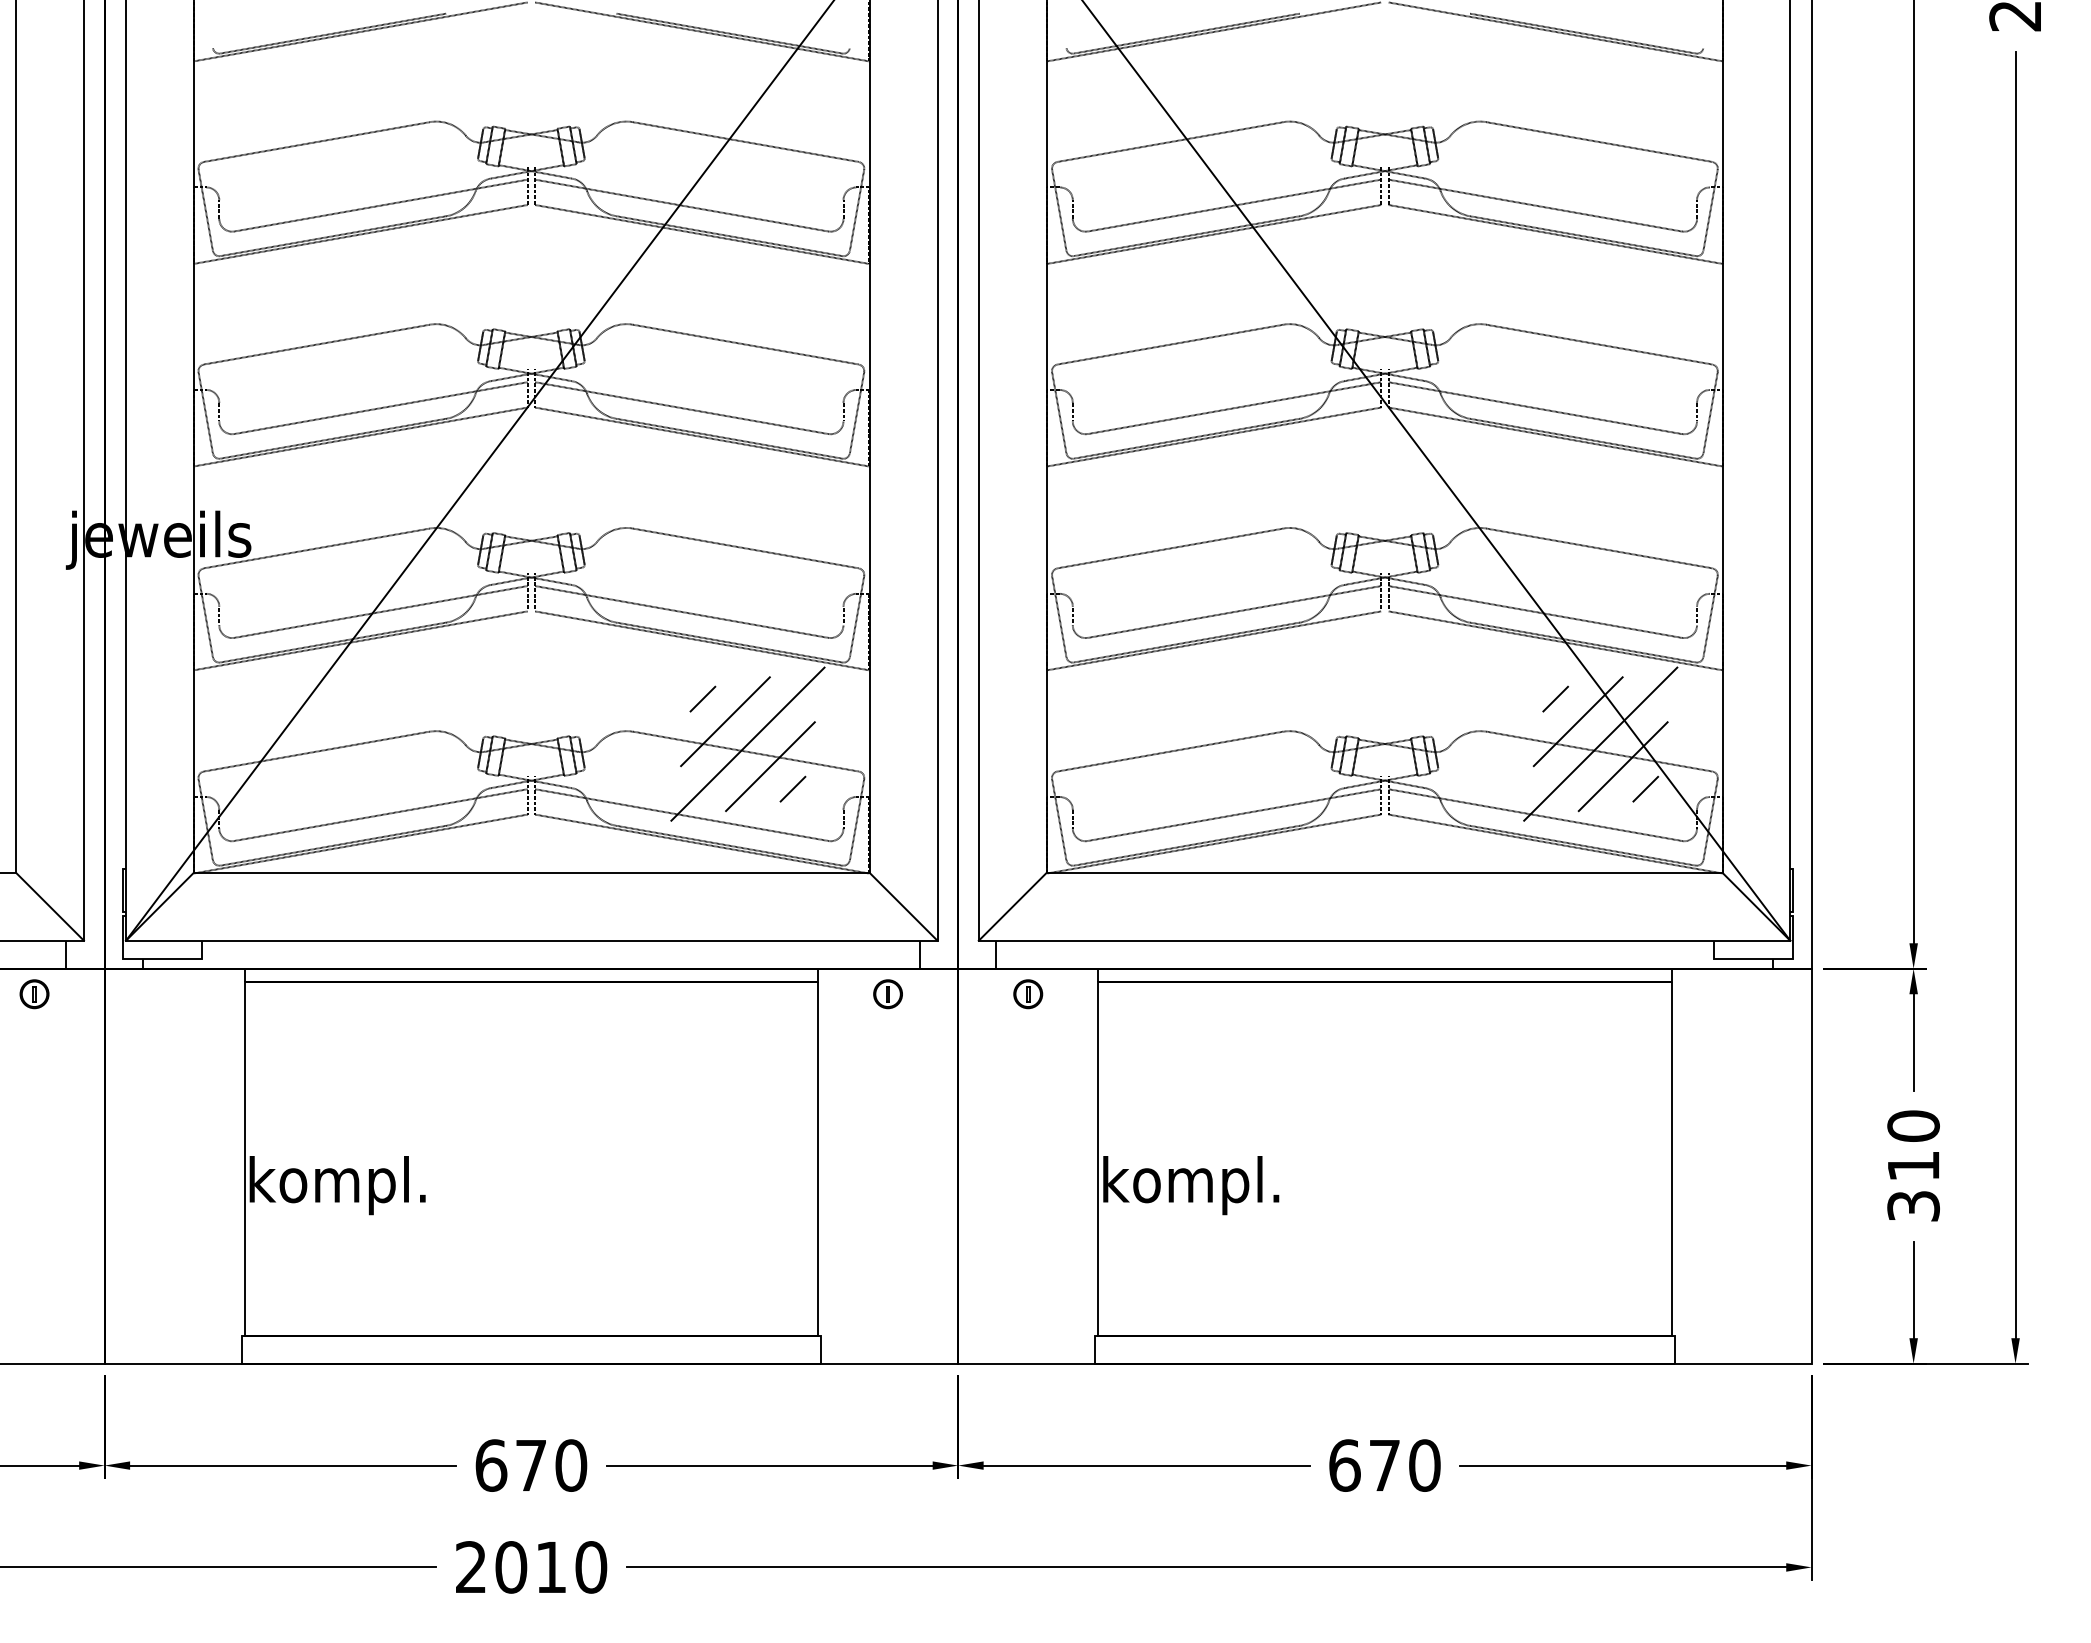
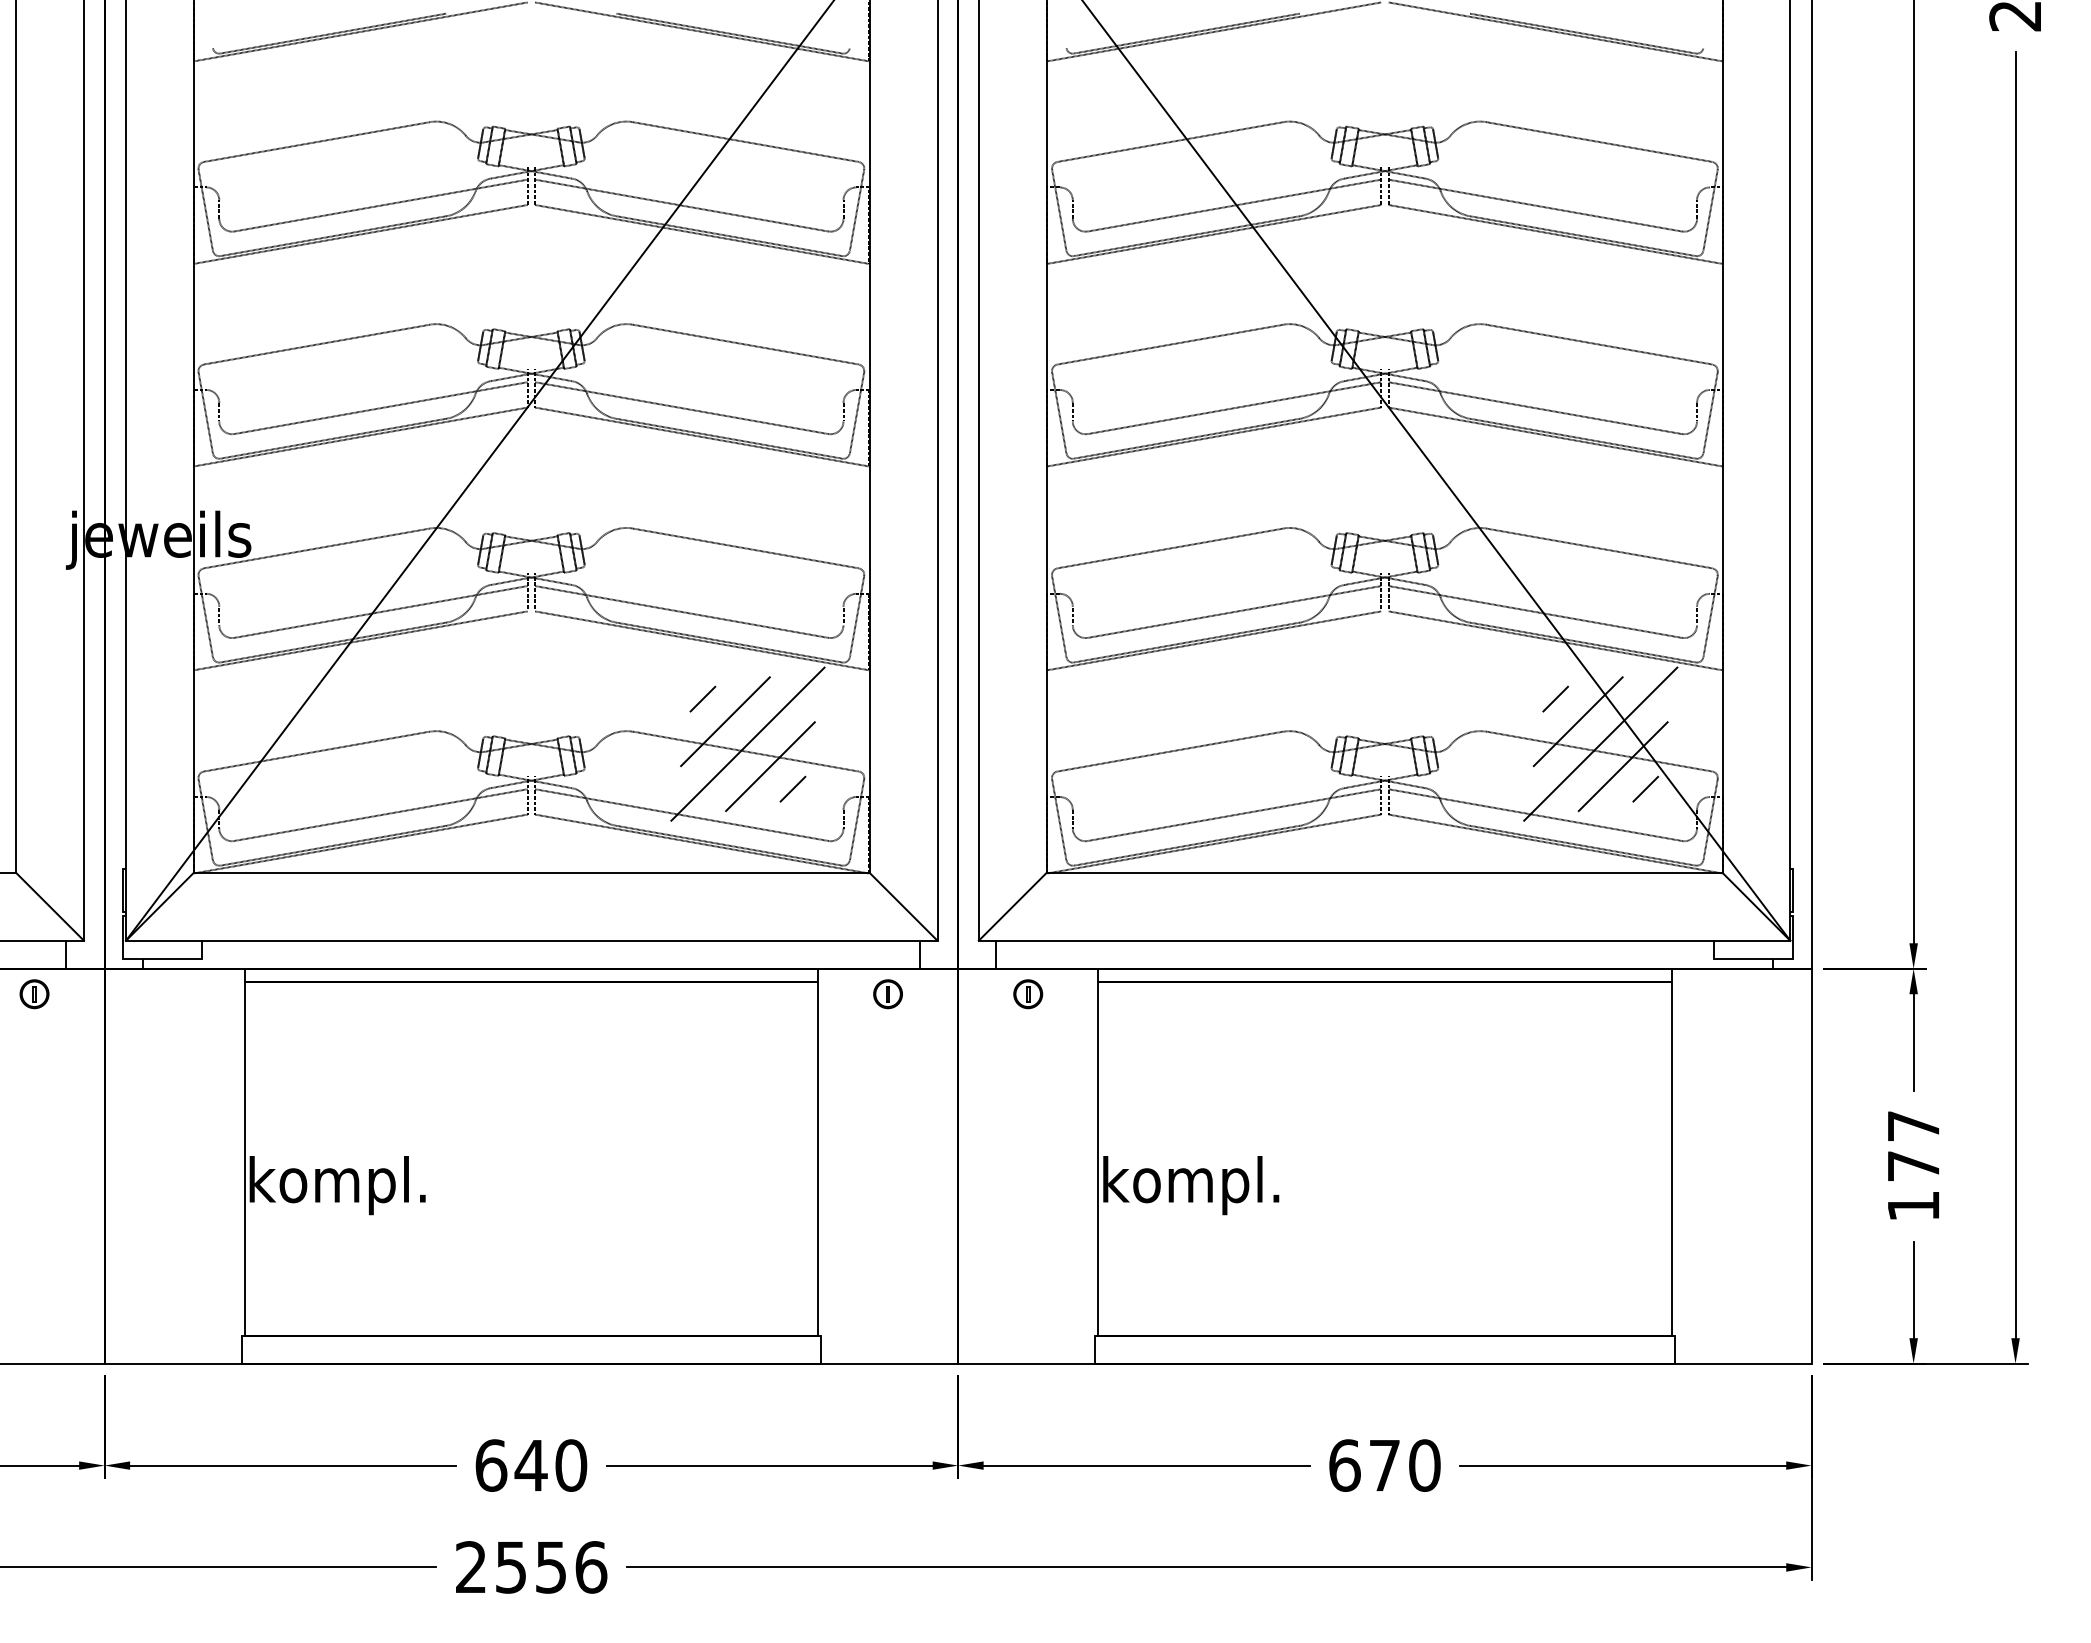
text at (1913, 1165): 310 -> 177
text at (530, 1465): 670 -> 640
text at (551, 1567): 2010 -> 2556
